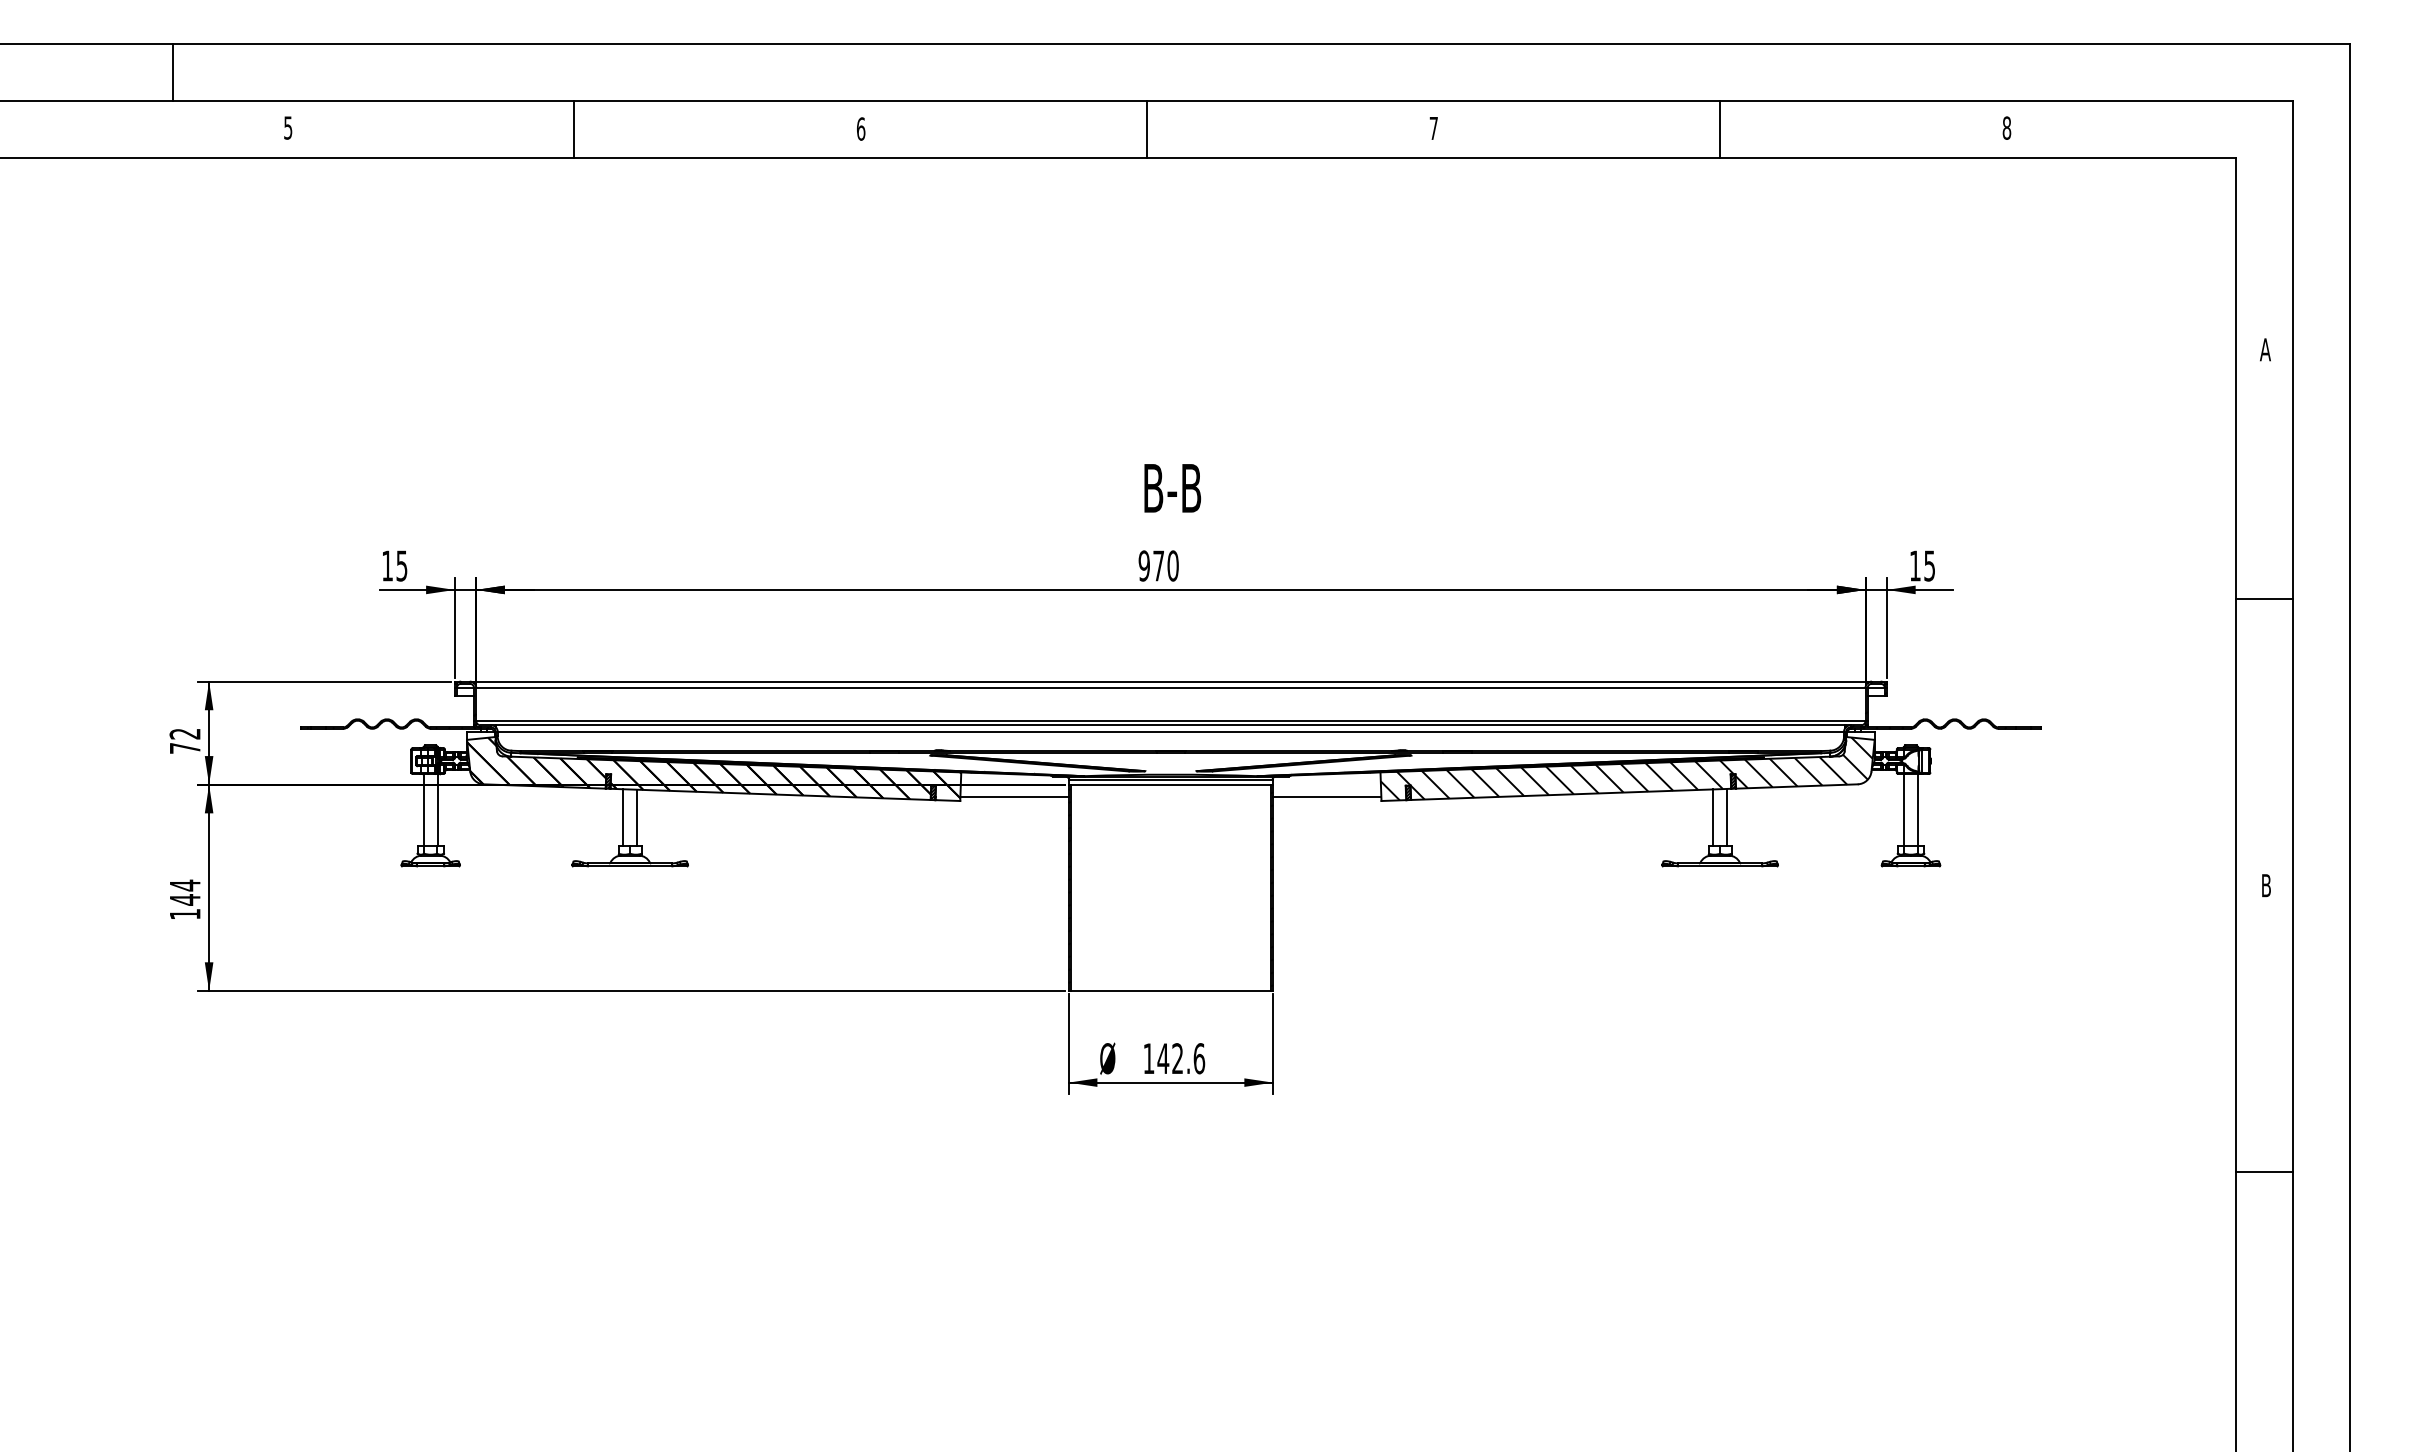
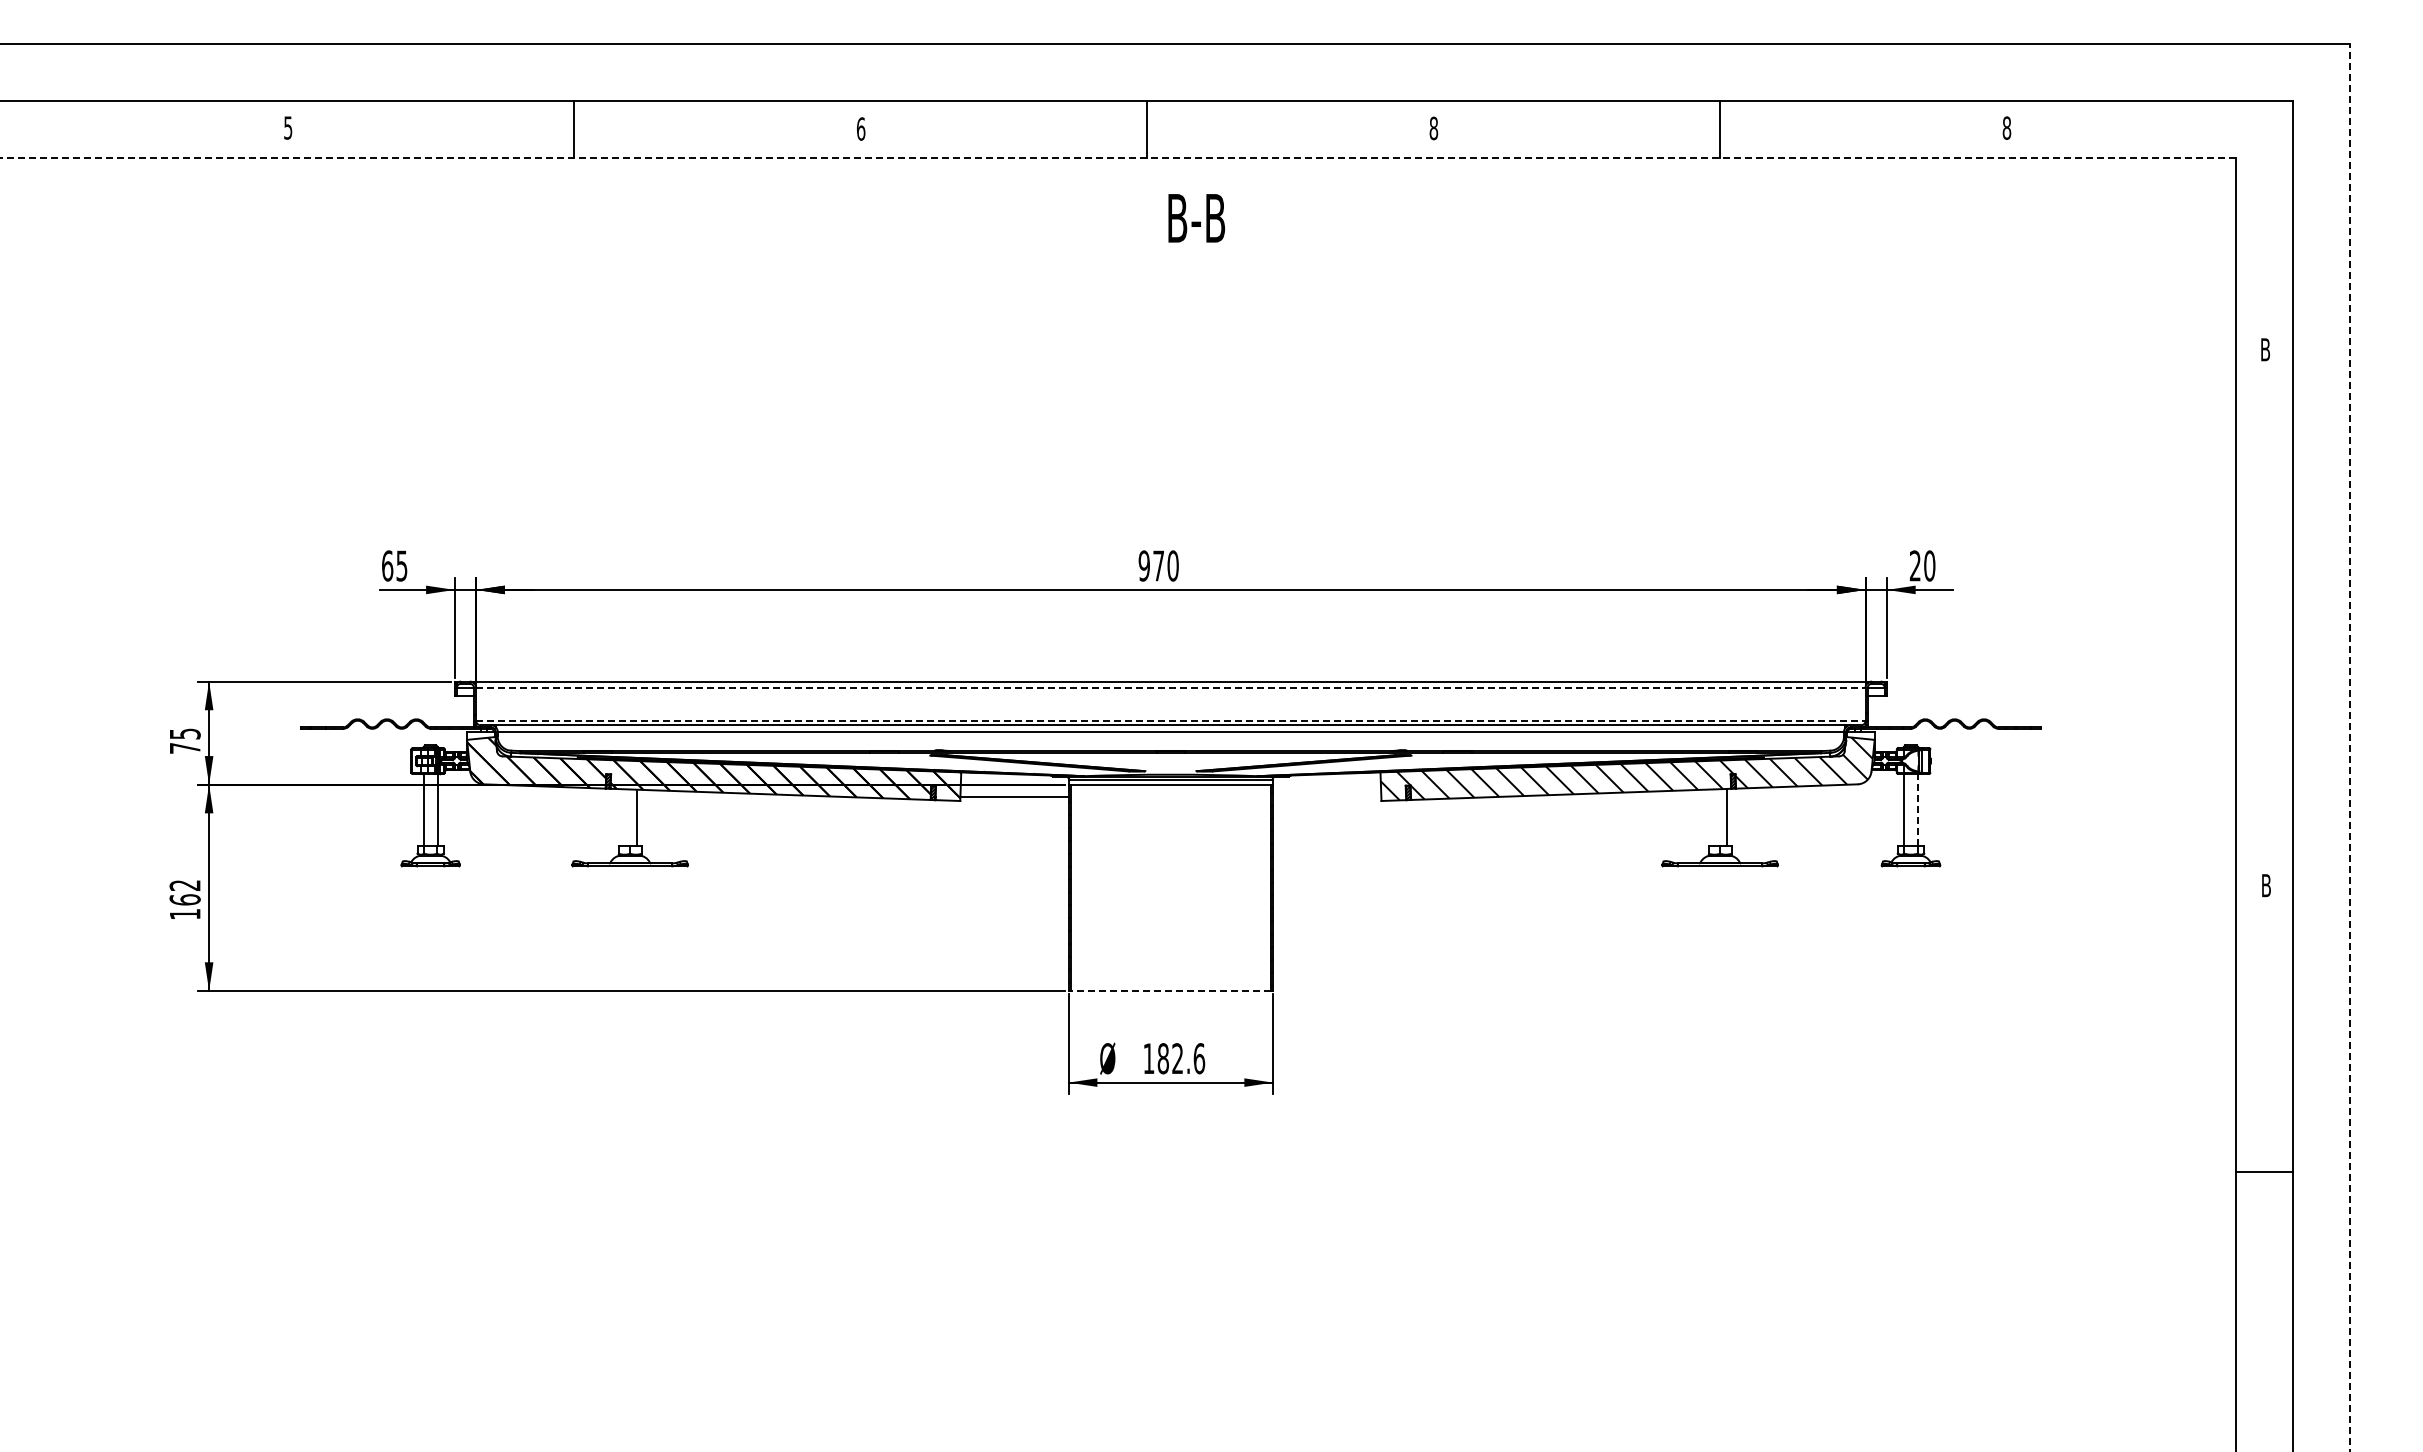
line at (173, 71): present -> none
text at (1433, 128): 7 -> 8
line at (1117, 158): solid -> dashed
text at (2265, 349): A -> B
text at (1172, 488) position: (1172, 488) -> (1196, 218)
text at (387, 565): 15 -> 65
text at (1922, 565): 15 -> 20
line at (2264, 599): present -> none
line at (1170, 688): solid -> dashed
line at (1170, 720): solid -> dashed
text at (184, 733): 72 -> 75
line at (2350, 747): solid -> dashed
line at (1327, 796): present -> none
line at (1918, 809): solid -> dashed
line at (623, 817): present -> none
line at (1713, 817): present -> none
text at (184, 892): 144 -> 162
line at (1170, 990): solid -> dashed
text at (1163, 1058): 142.6 -> 182.6
